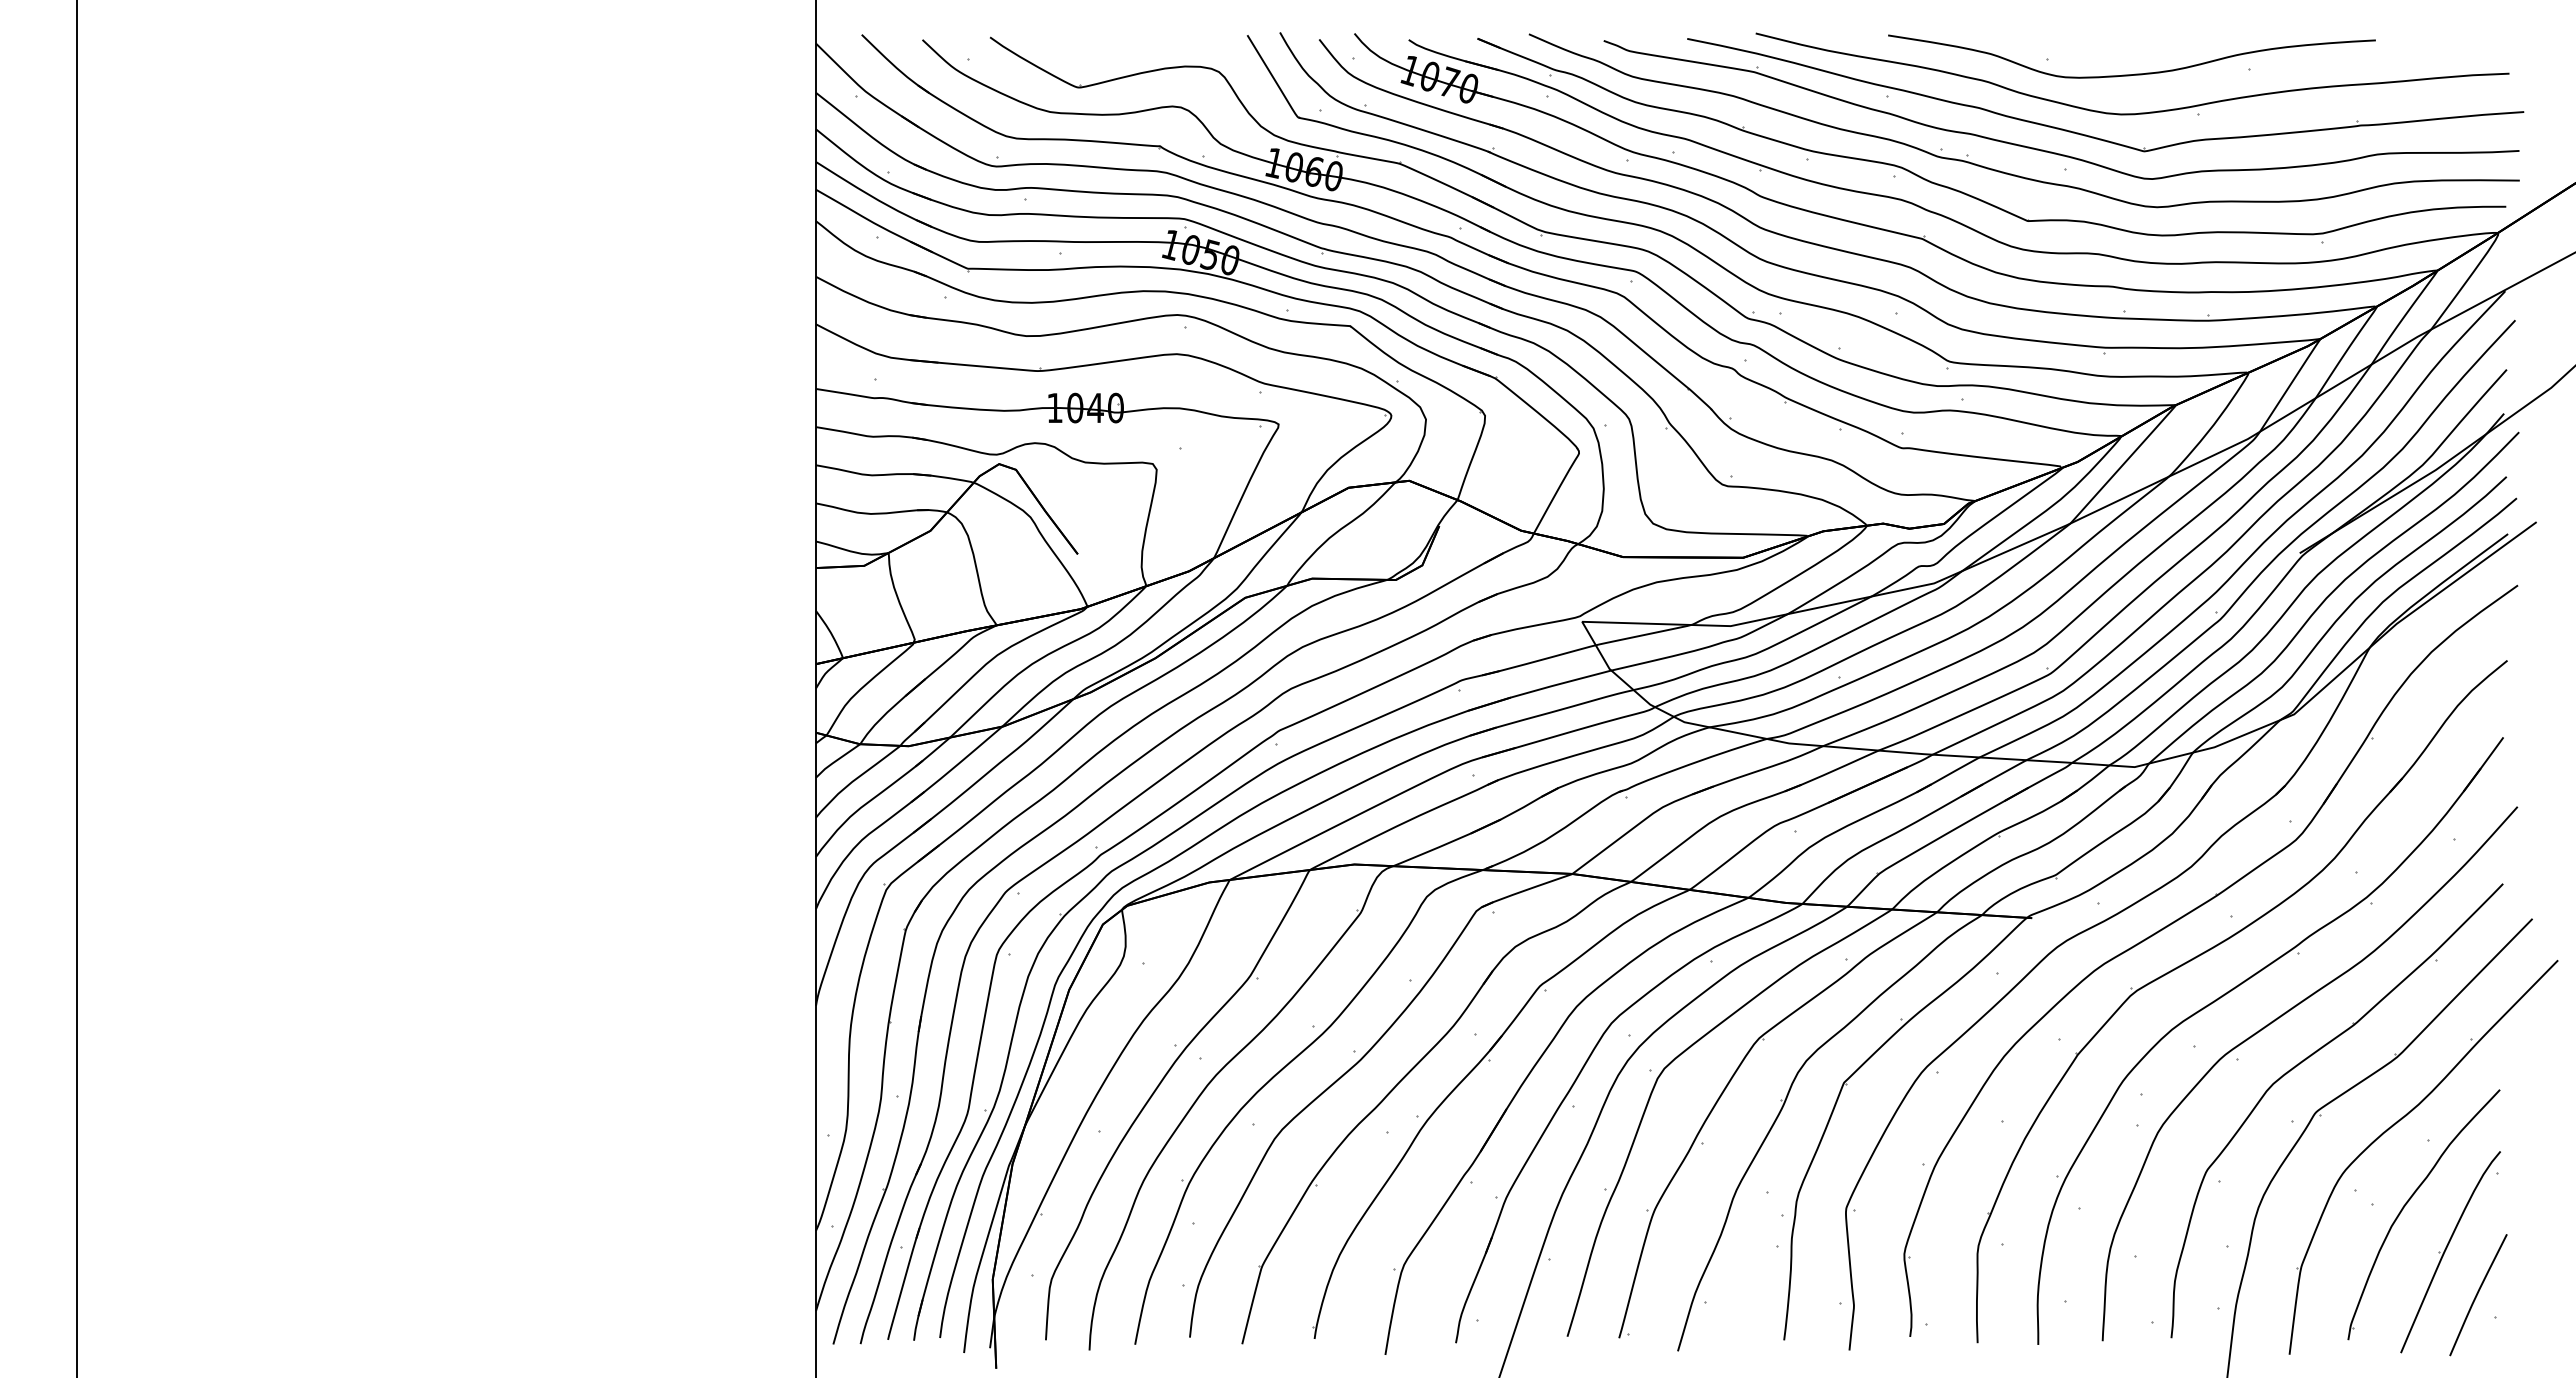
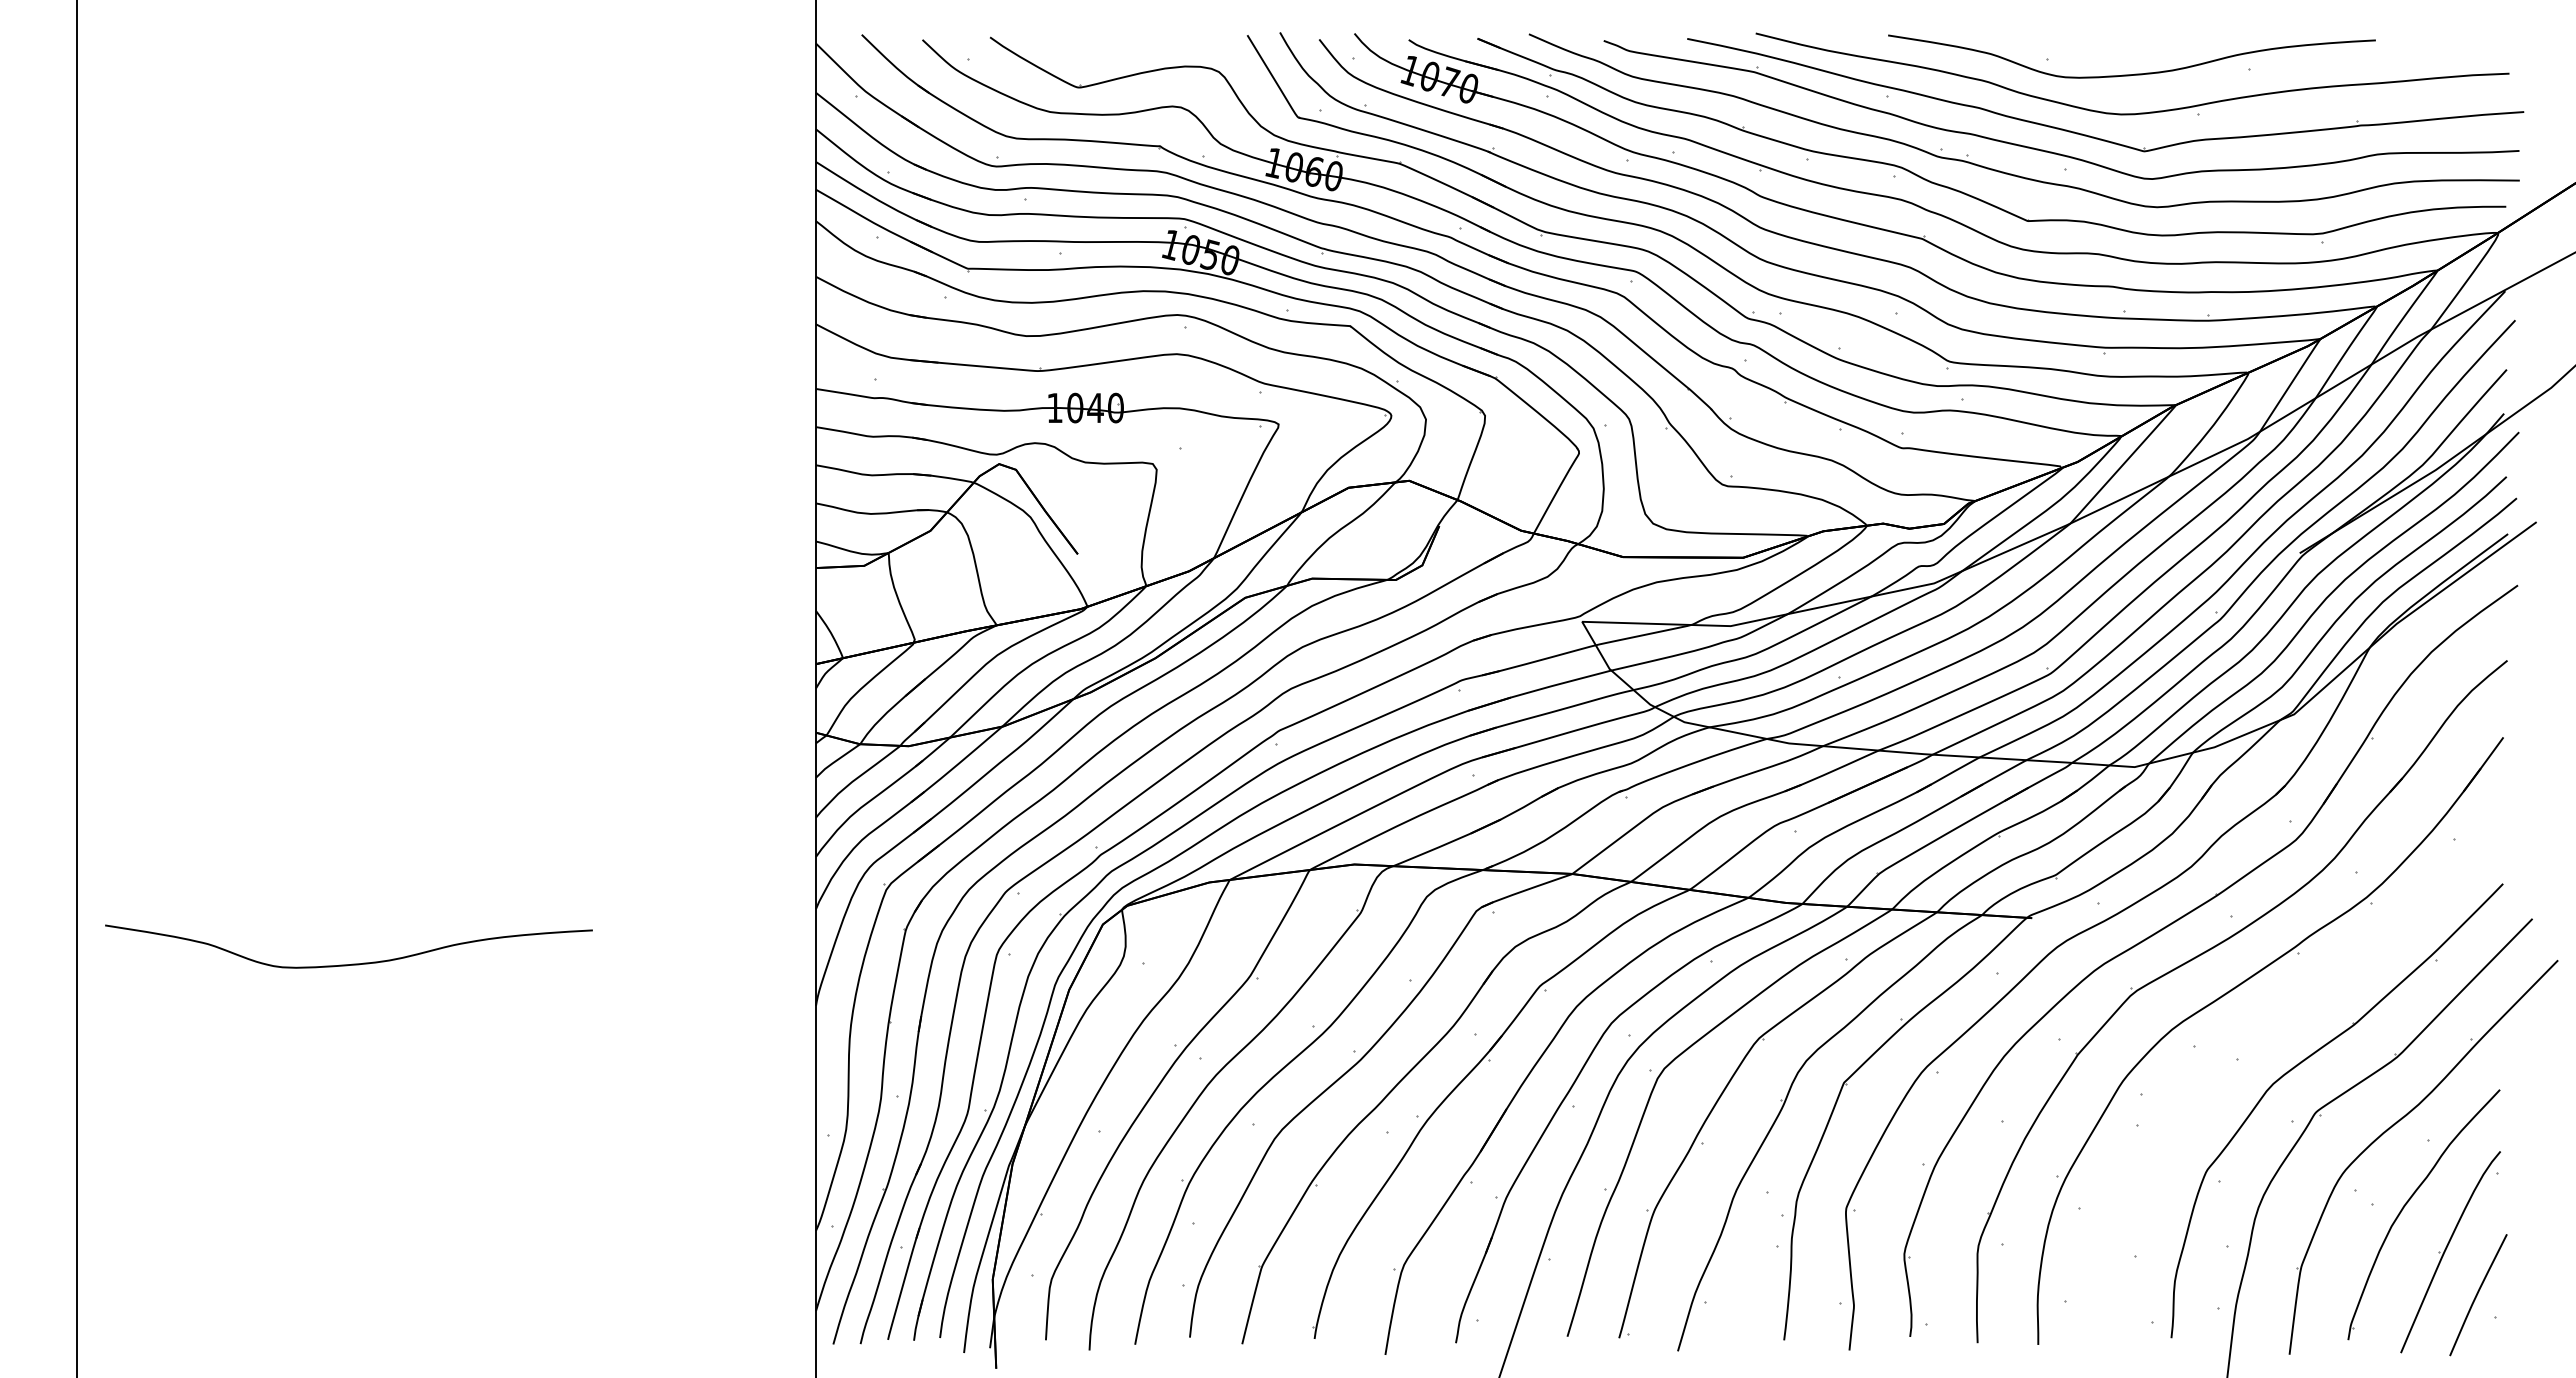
curve at (352, 963): none -> present
curve at (2275, 1021): present -> none
